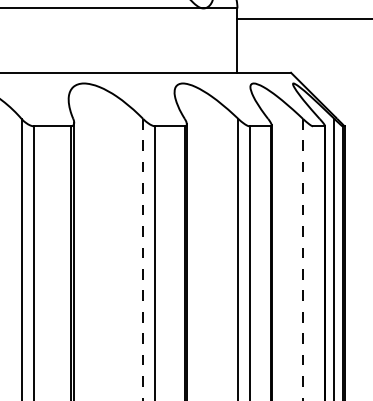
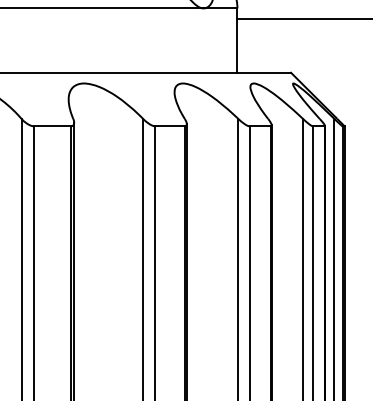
line at (143, 259): dashed -> solid
line at (302, 259): dashed -> solid
line at (313, 261): none -> present
